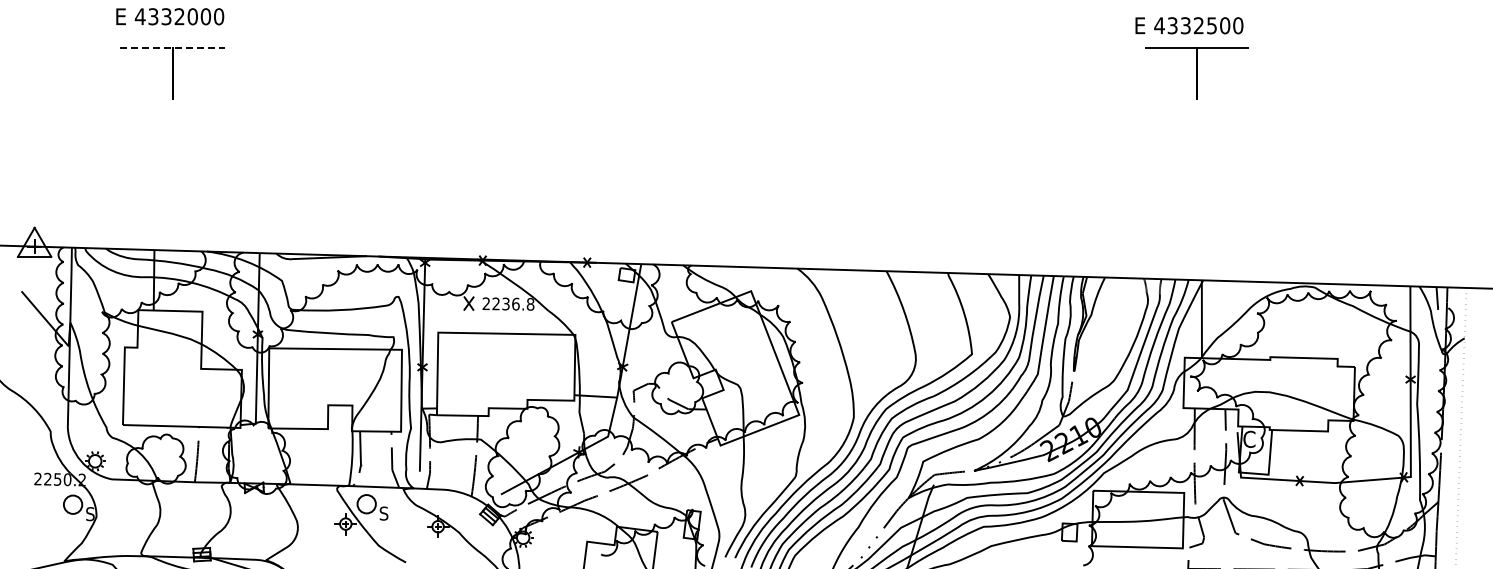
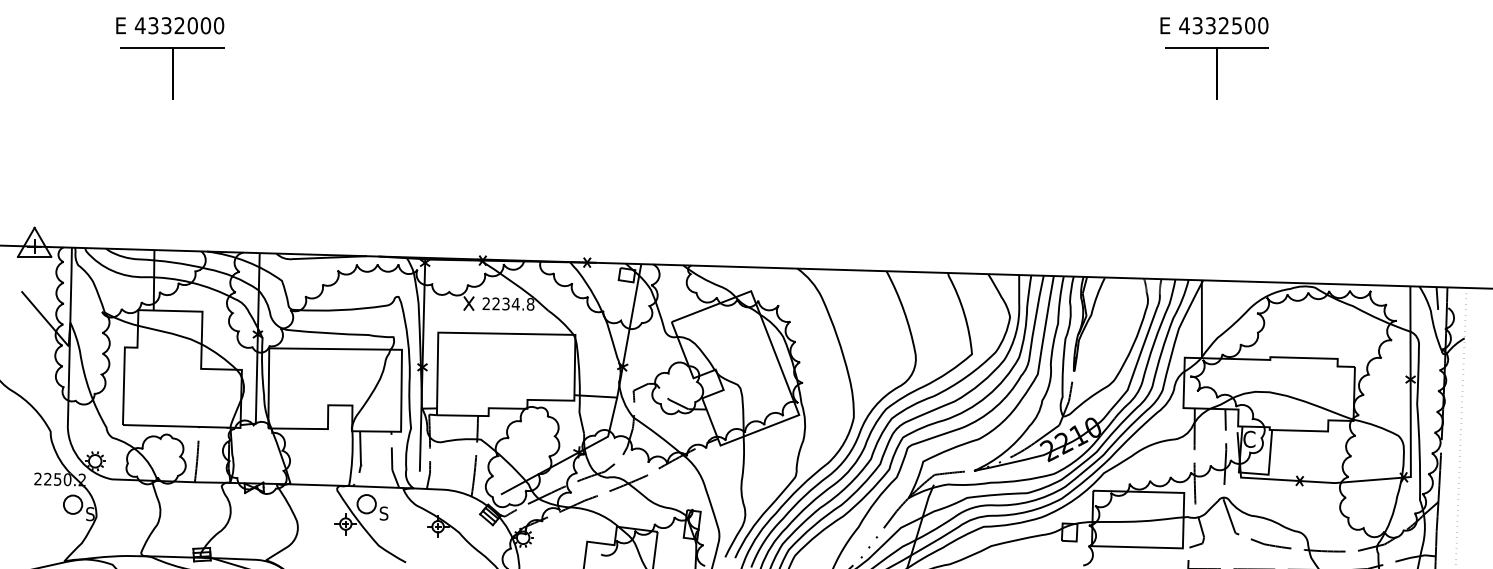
text at (170, 16) position: (170, 16) -> (170, 25)
text at (1189, 25) position: (1189, 25) -> (1214, 25)
line at (173, 47): dashed -> solid
part at (1196, 73) position: (1196, 73) -> (1216, 73)
text at (515, 303): 2236.8 -> 2234.8
